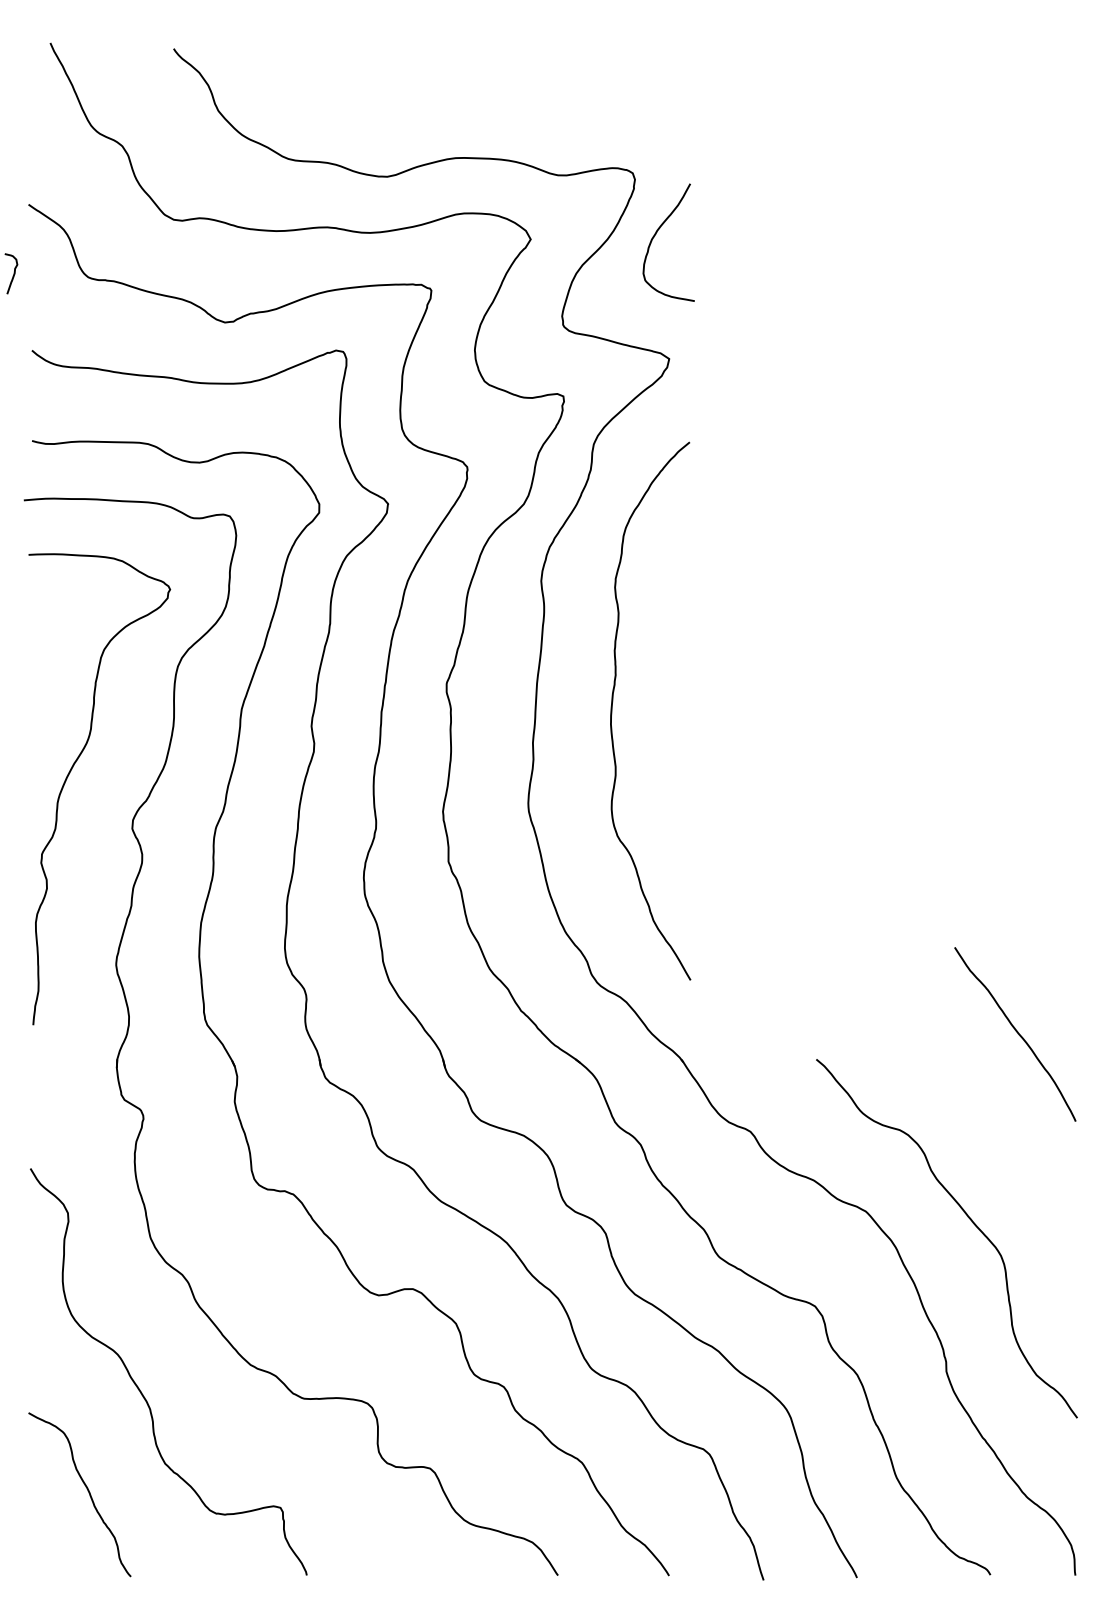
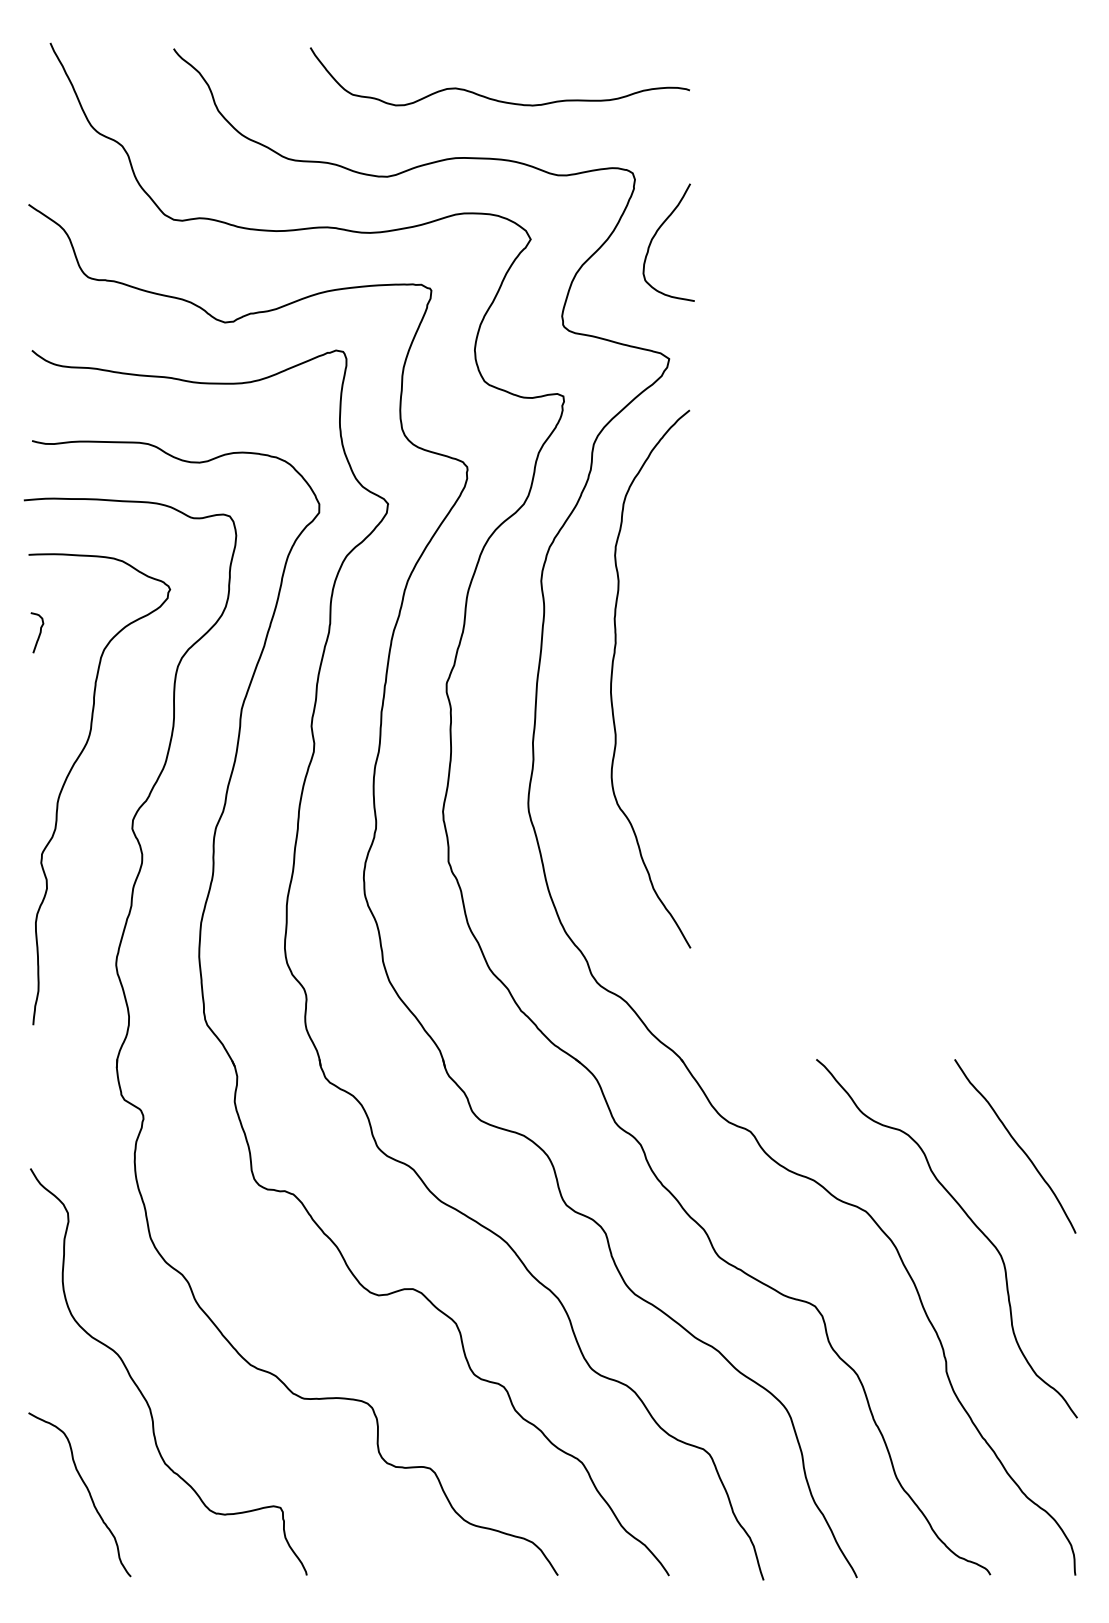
curve at (493, 98): none -> present
curve at (13, 273) position: (13, 273) -> (39, 632)
curve at (612, 710) position: (612, 710) -> (612, 678)
curve at (1016, 1032) position: (1016, 1032) -> (1016, 1144)
